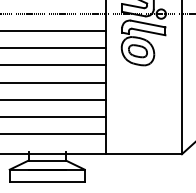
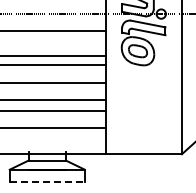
line at (53, 48) position: (53, 48) -> (53, 56)
line at (53, 117) position: (53, 117) -> (53, 111)
line at (53, 134) position: (53, 134) -> (53, 128)
line at (47, 182): solid -> dashed
